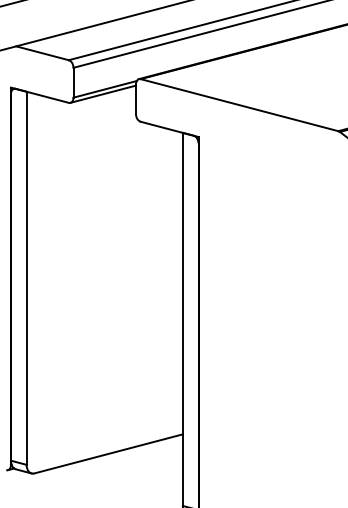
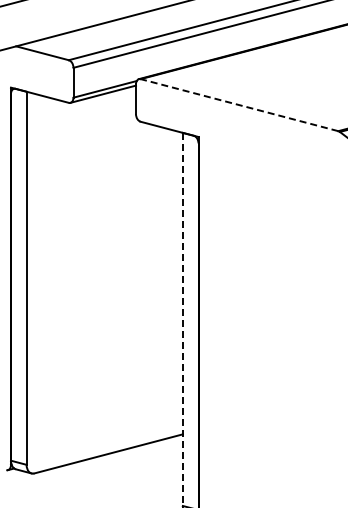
line at (239, 105): solid -> dashed
line at (182, 319): solid -> dashed
